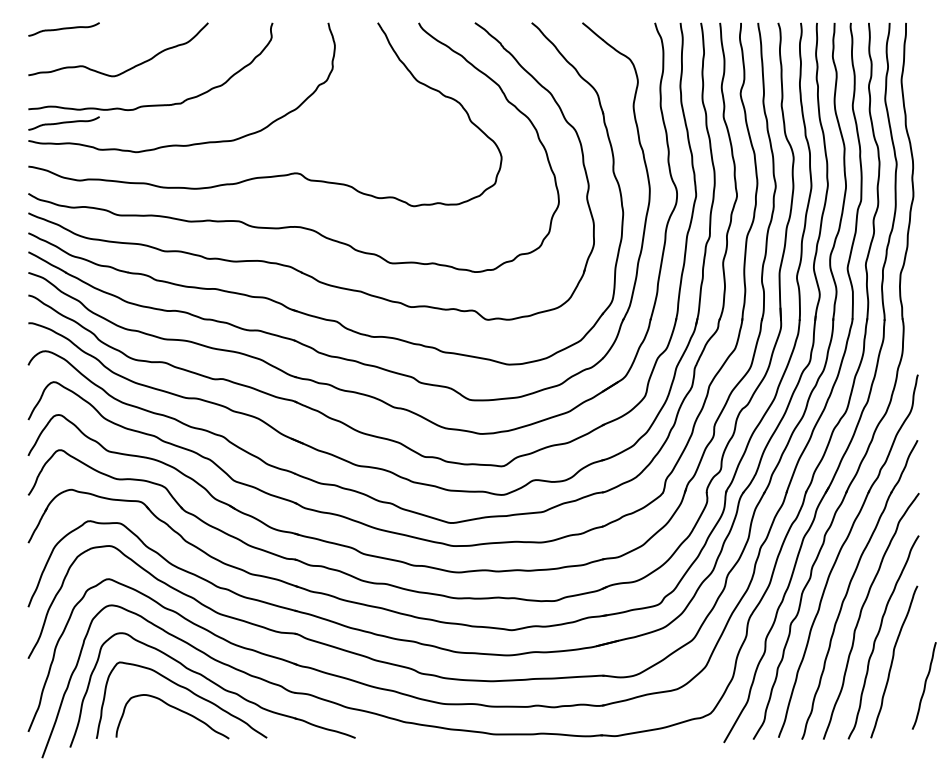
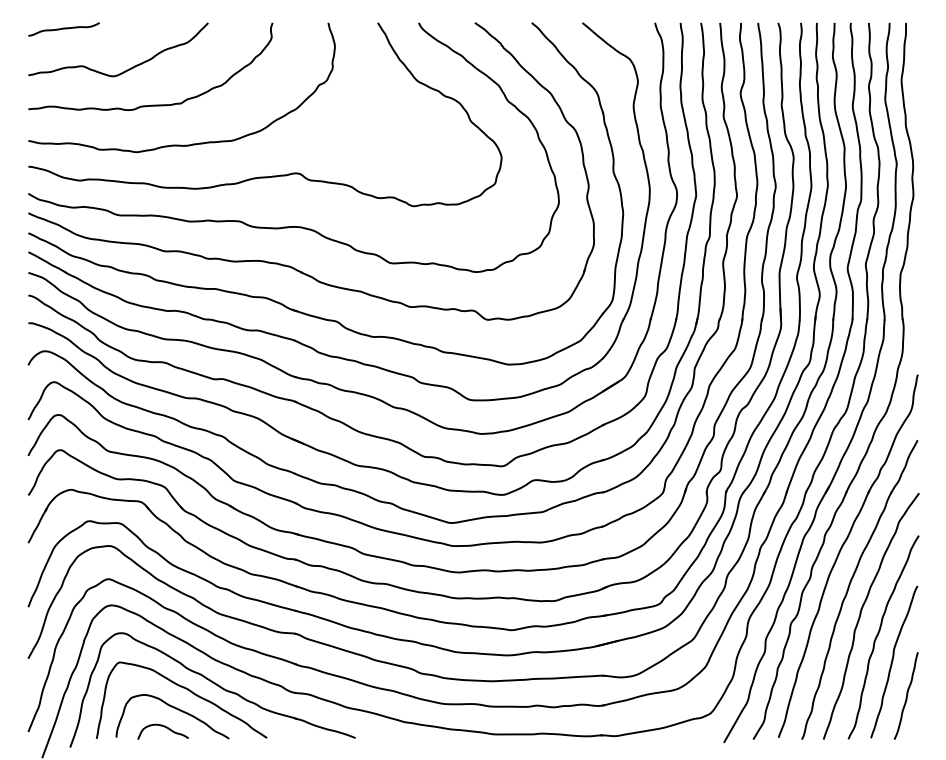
curve at (63, 123): present -> none
curve at (924, 685) position: (924, 685) -> (906, 695)
curve at (164, 727): none -> present
